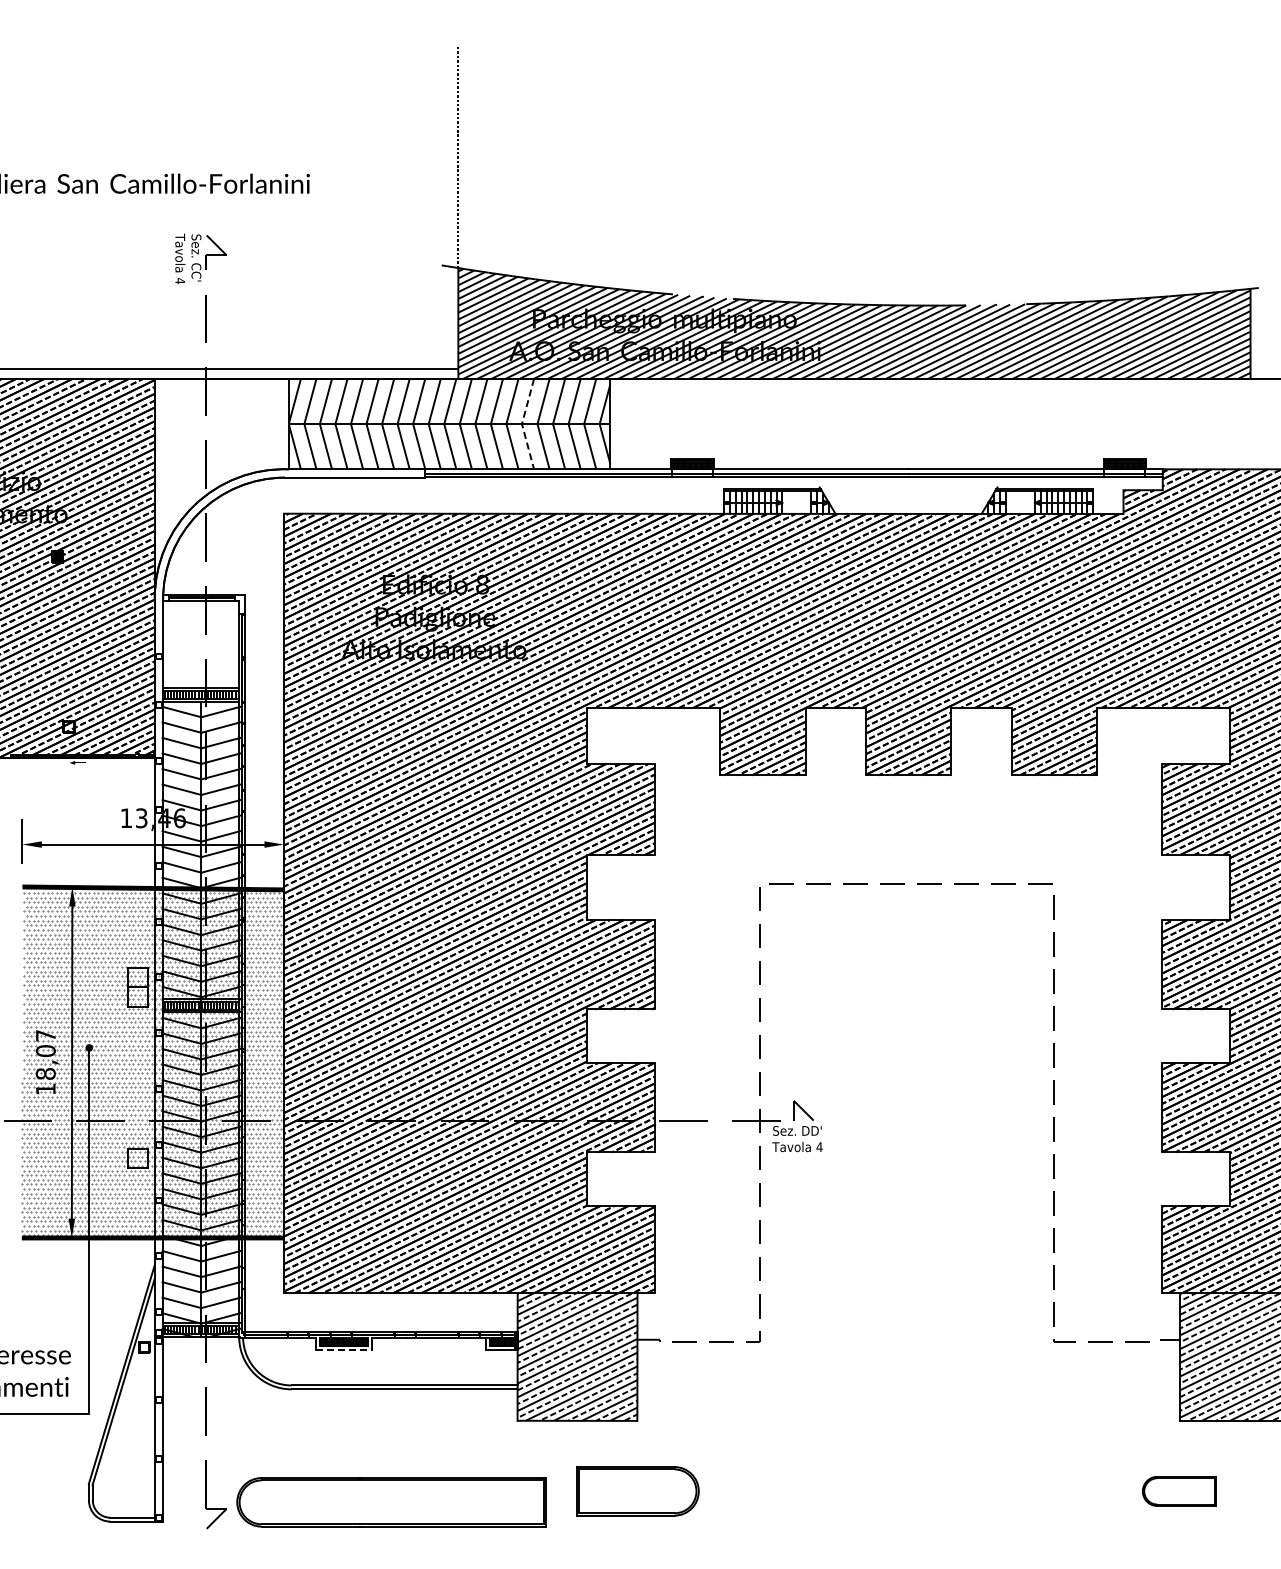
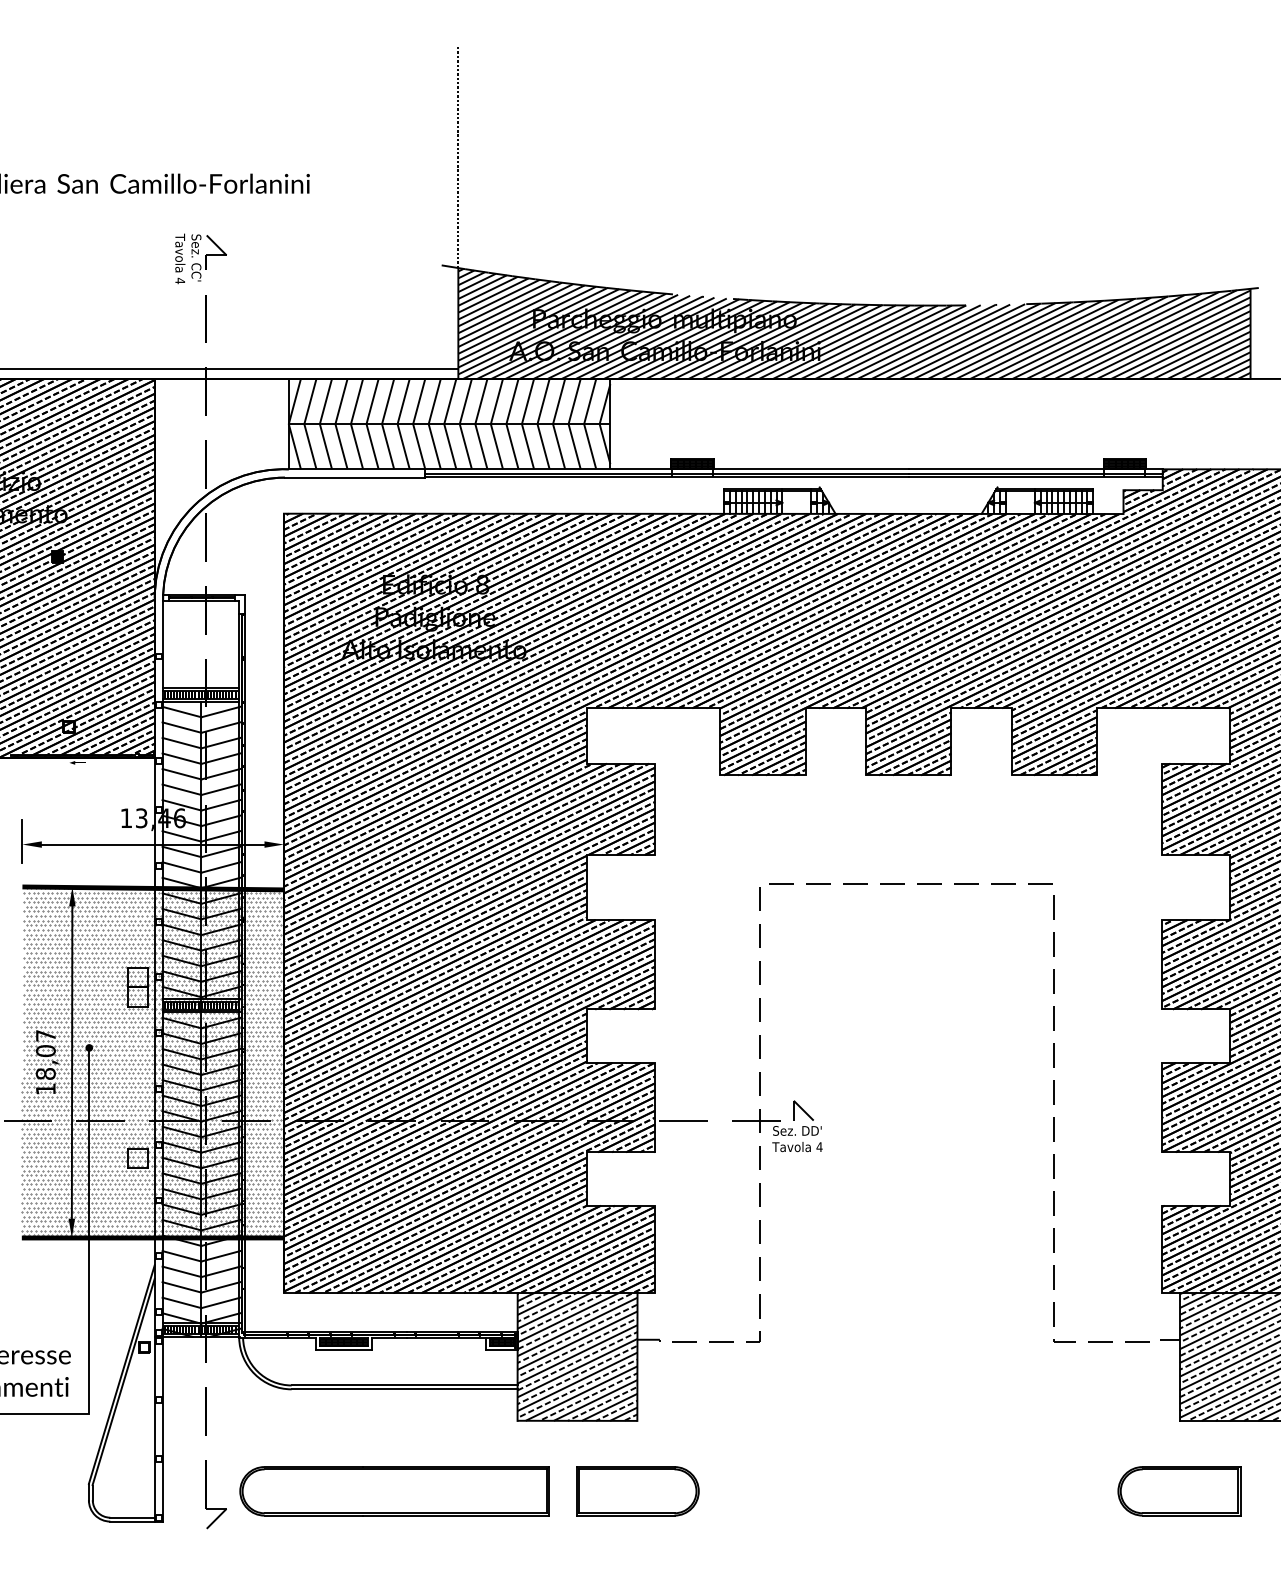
line at (521, 424): dashed -> solid
line at (344, 1350): dashed -> solid
part at (1179, 1491) size: 75x31 px -> 125x51 px
part at (391, 1502) position: (391, 1502) -> (394, 1491)
